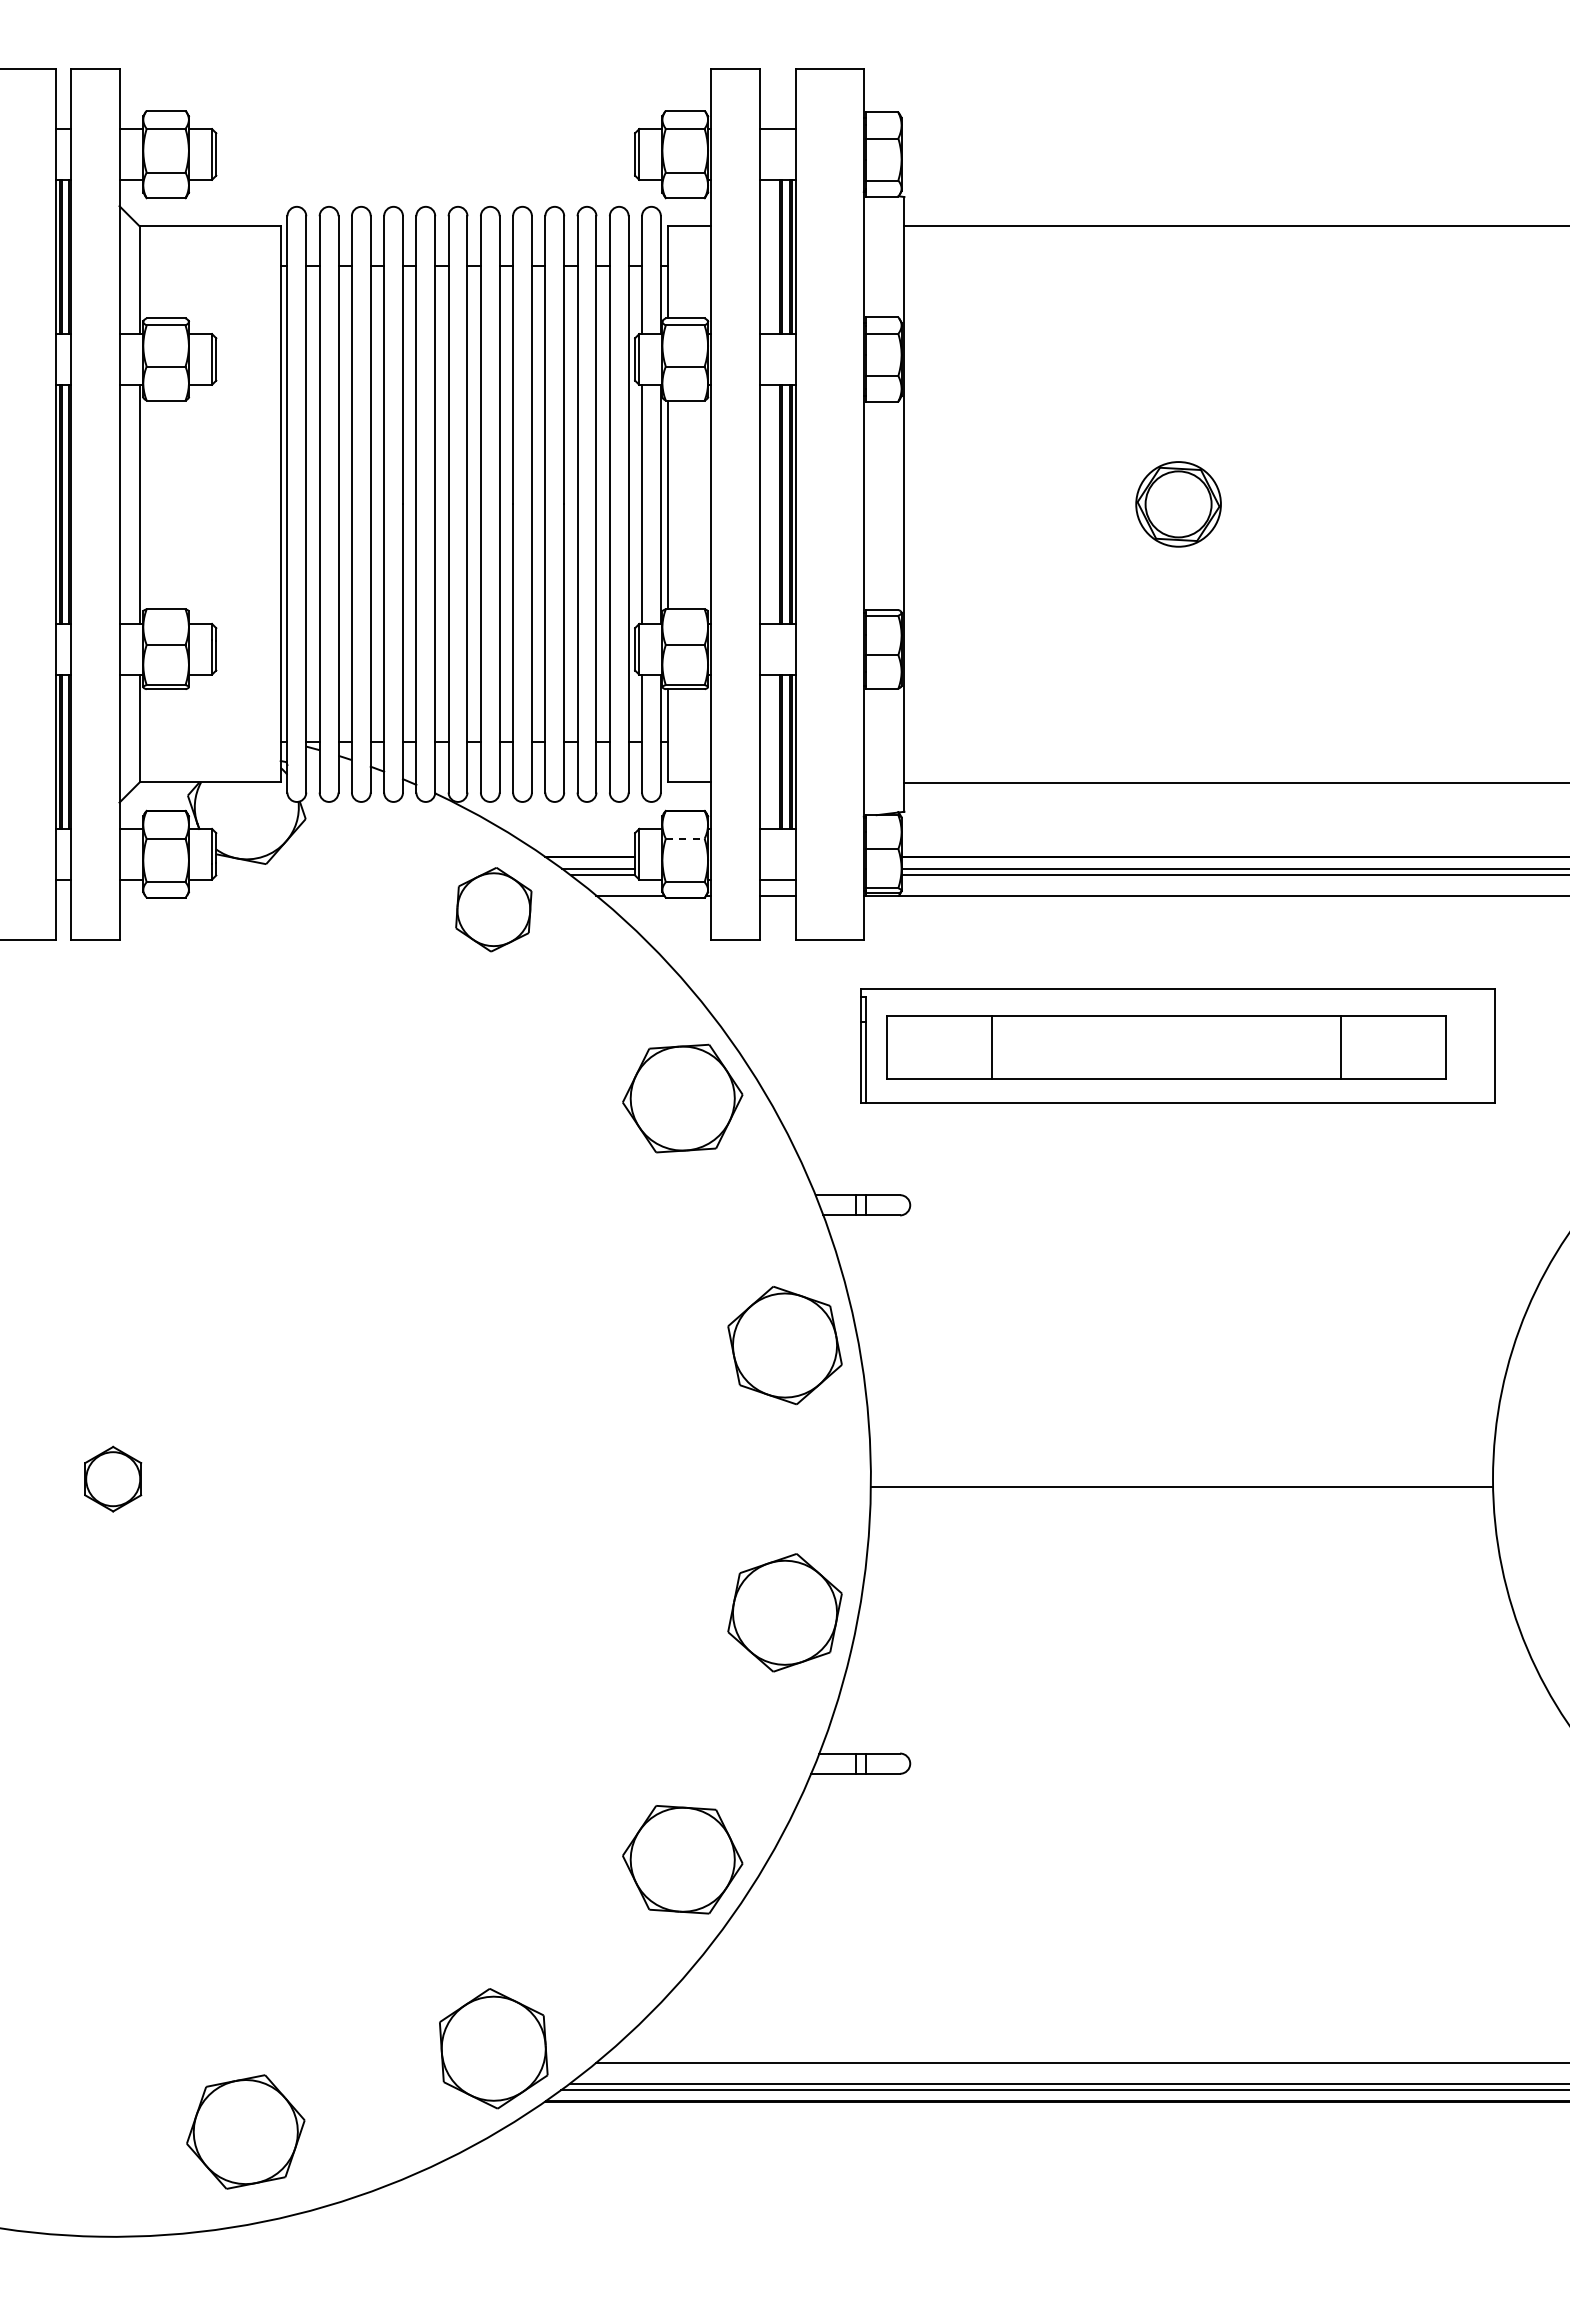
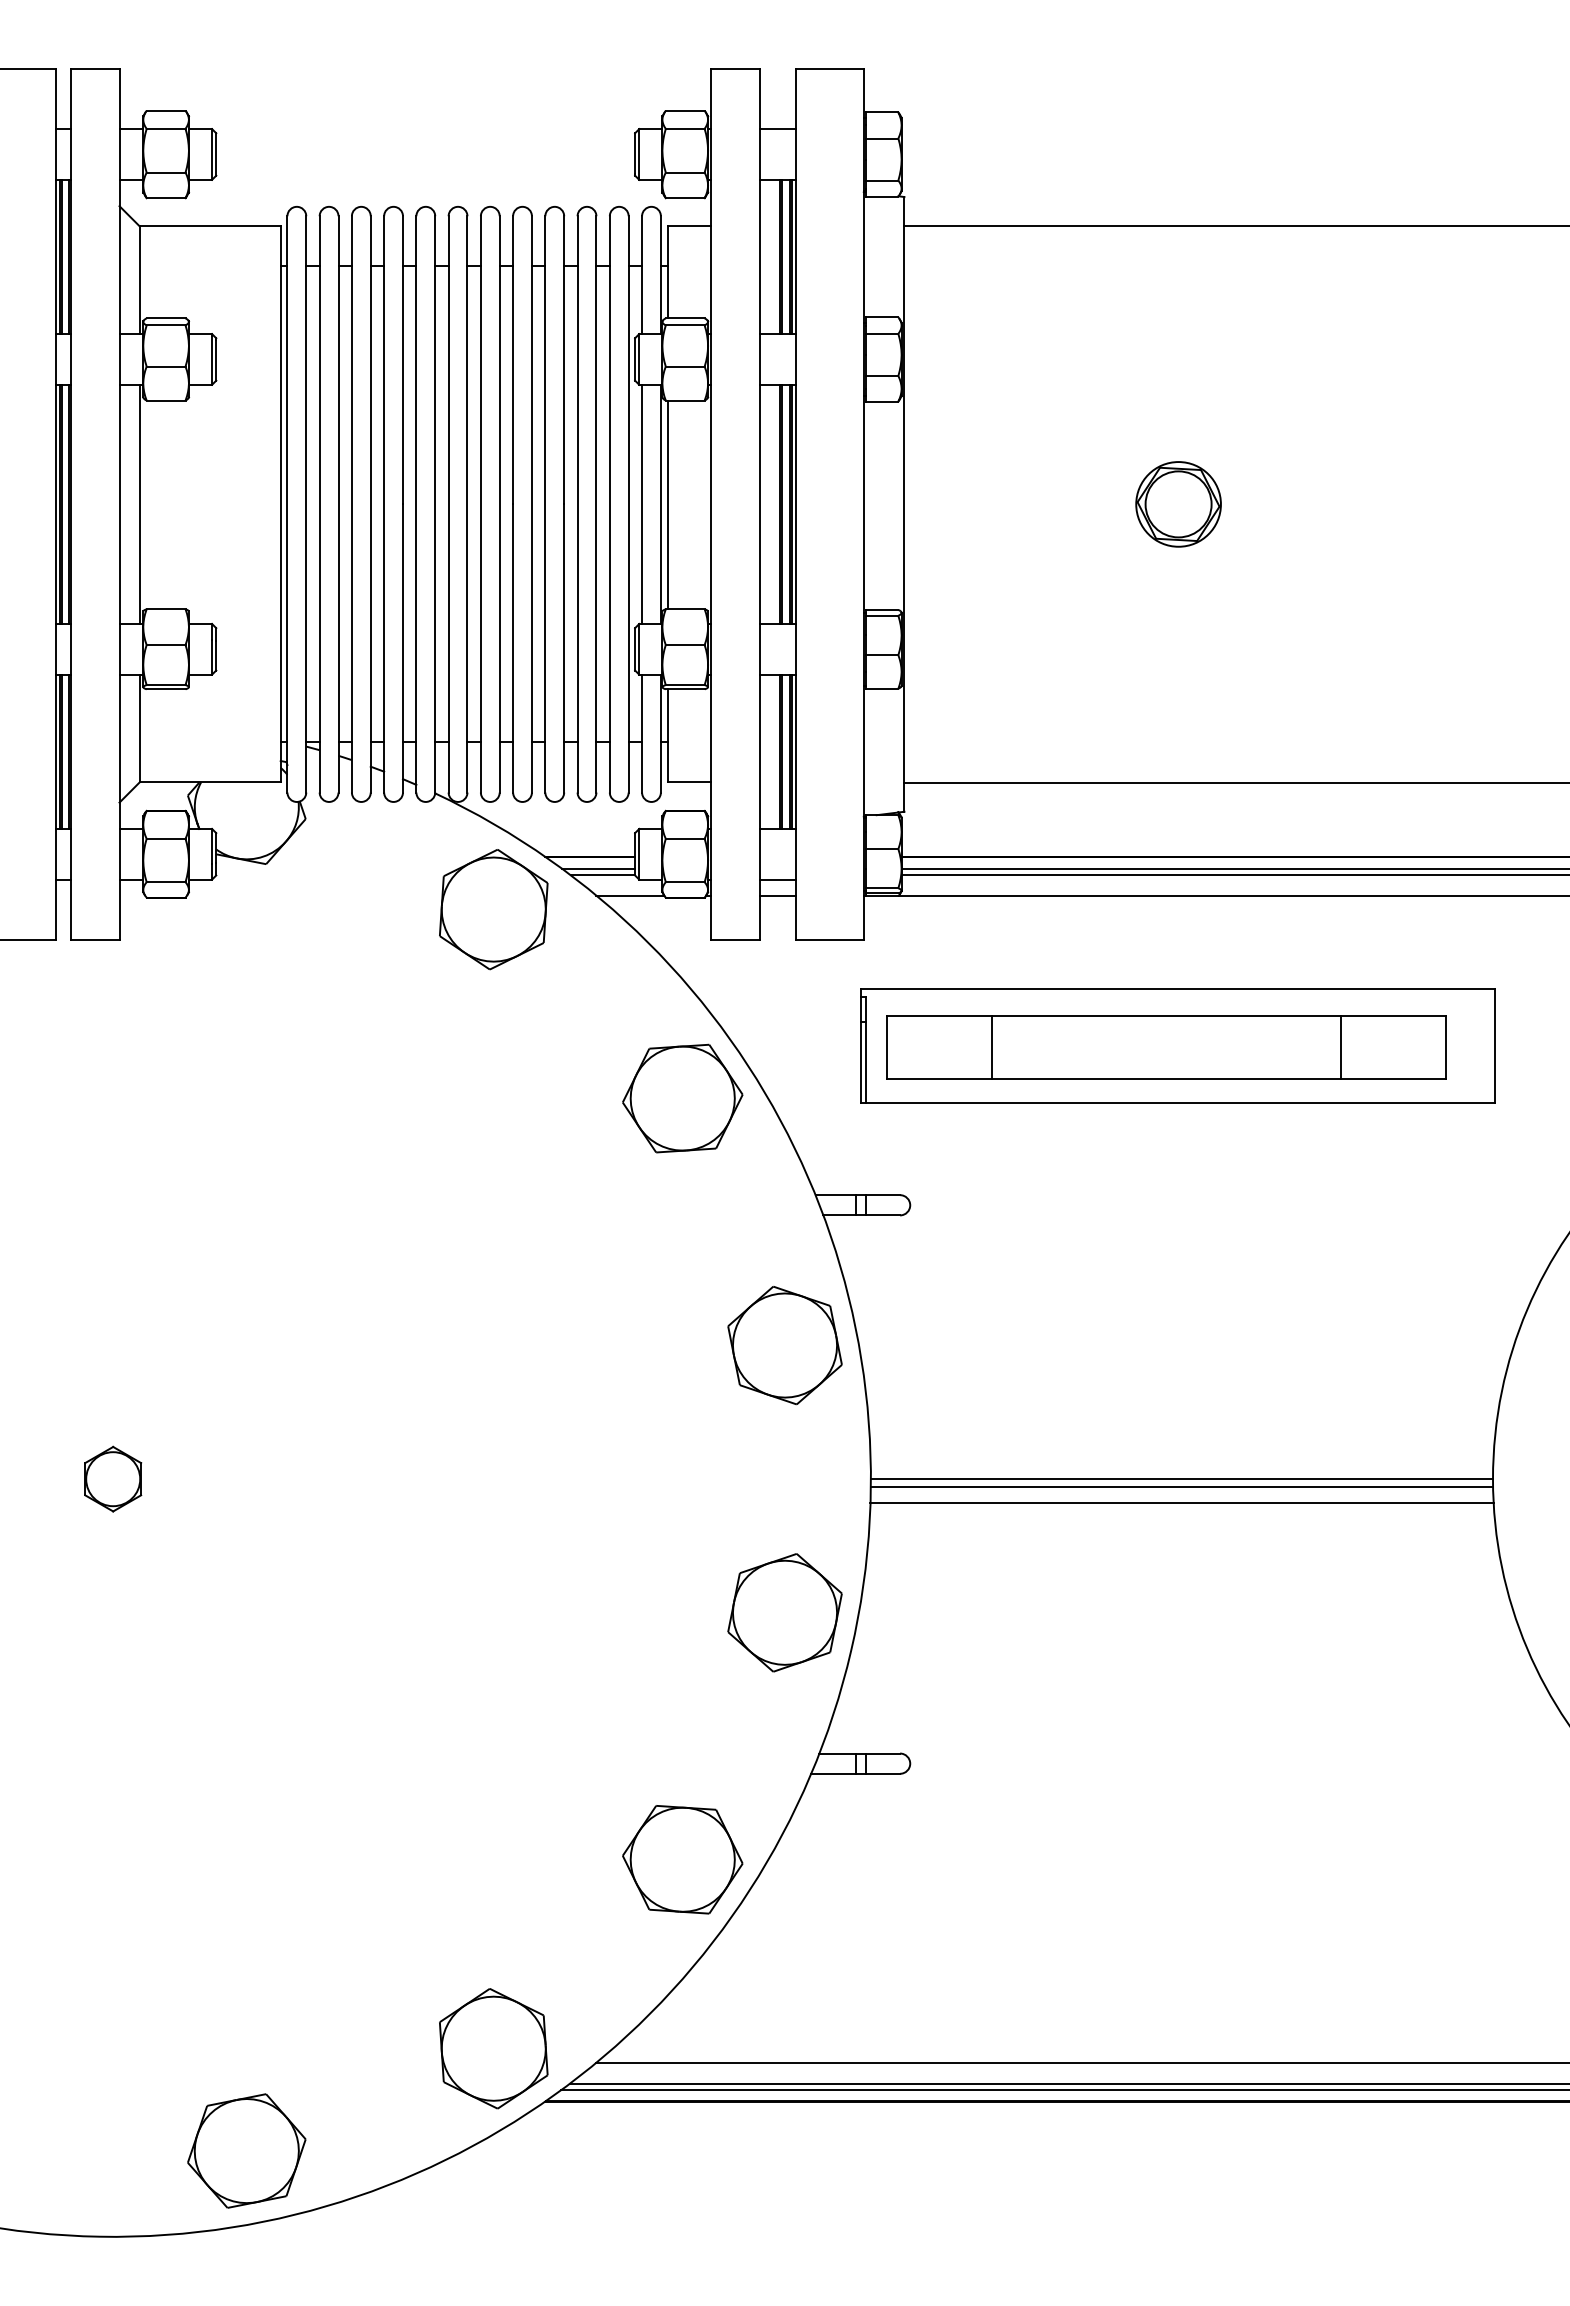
line at (685, 838): dashed -> solid
part at (493, 909) size: 78x86 px -> 110x122 px
line at (1181, 1479): none -> present
line at (1181, 1502): none -> present
part at (245, 2131) position: (245, 2131) -> (246, 2150)
